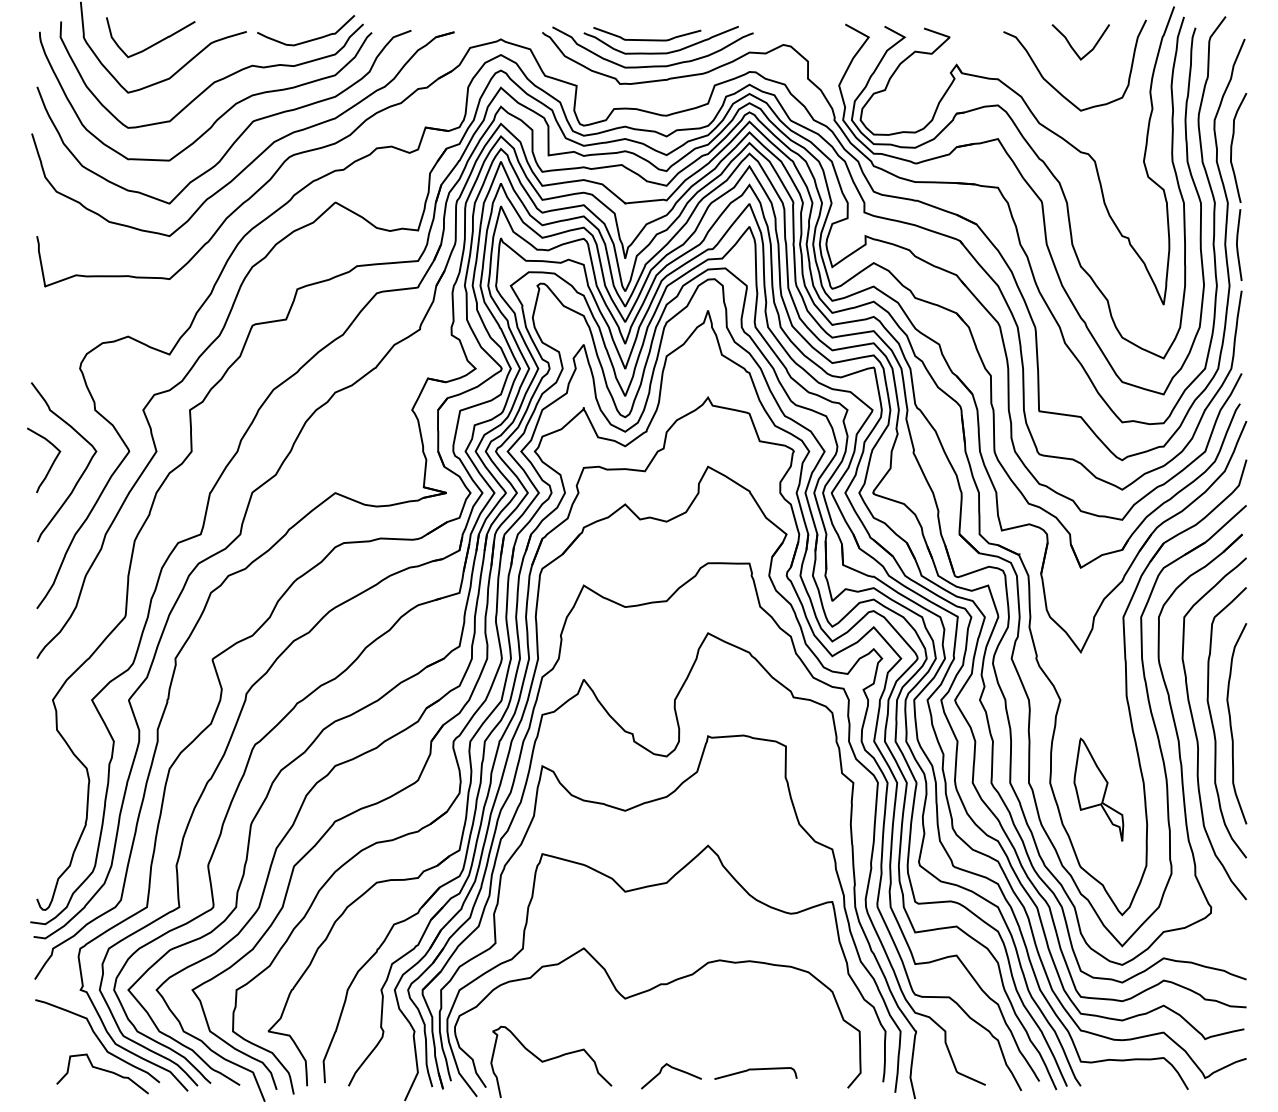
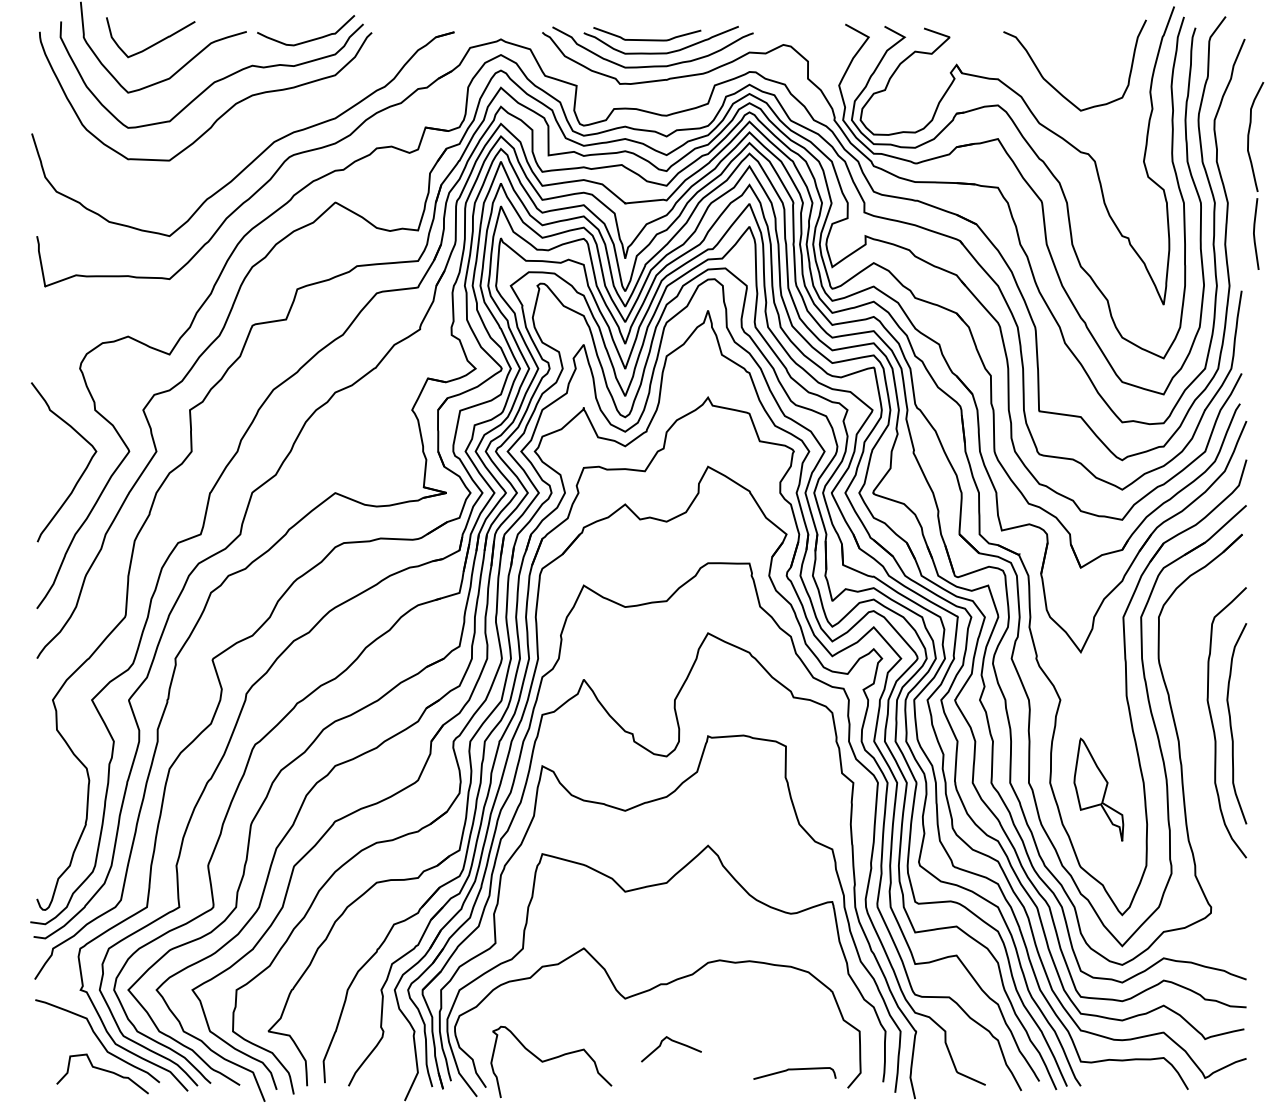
curve at (1072, 46): present -> none
curve at (243, 130): present -> none
part at (1238, 186) position: (1238, 186) -> (1255, 175)
curve at (51, 464): present -> none
curve at (1196, 731): present -> none
curve at (674, 1069) position: (674, 1069) -> (674, 1042)
curve at (755, 1070) position: (755, 1070) -> (794, 1070)
